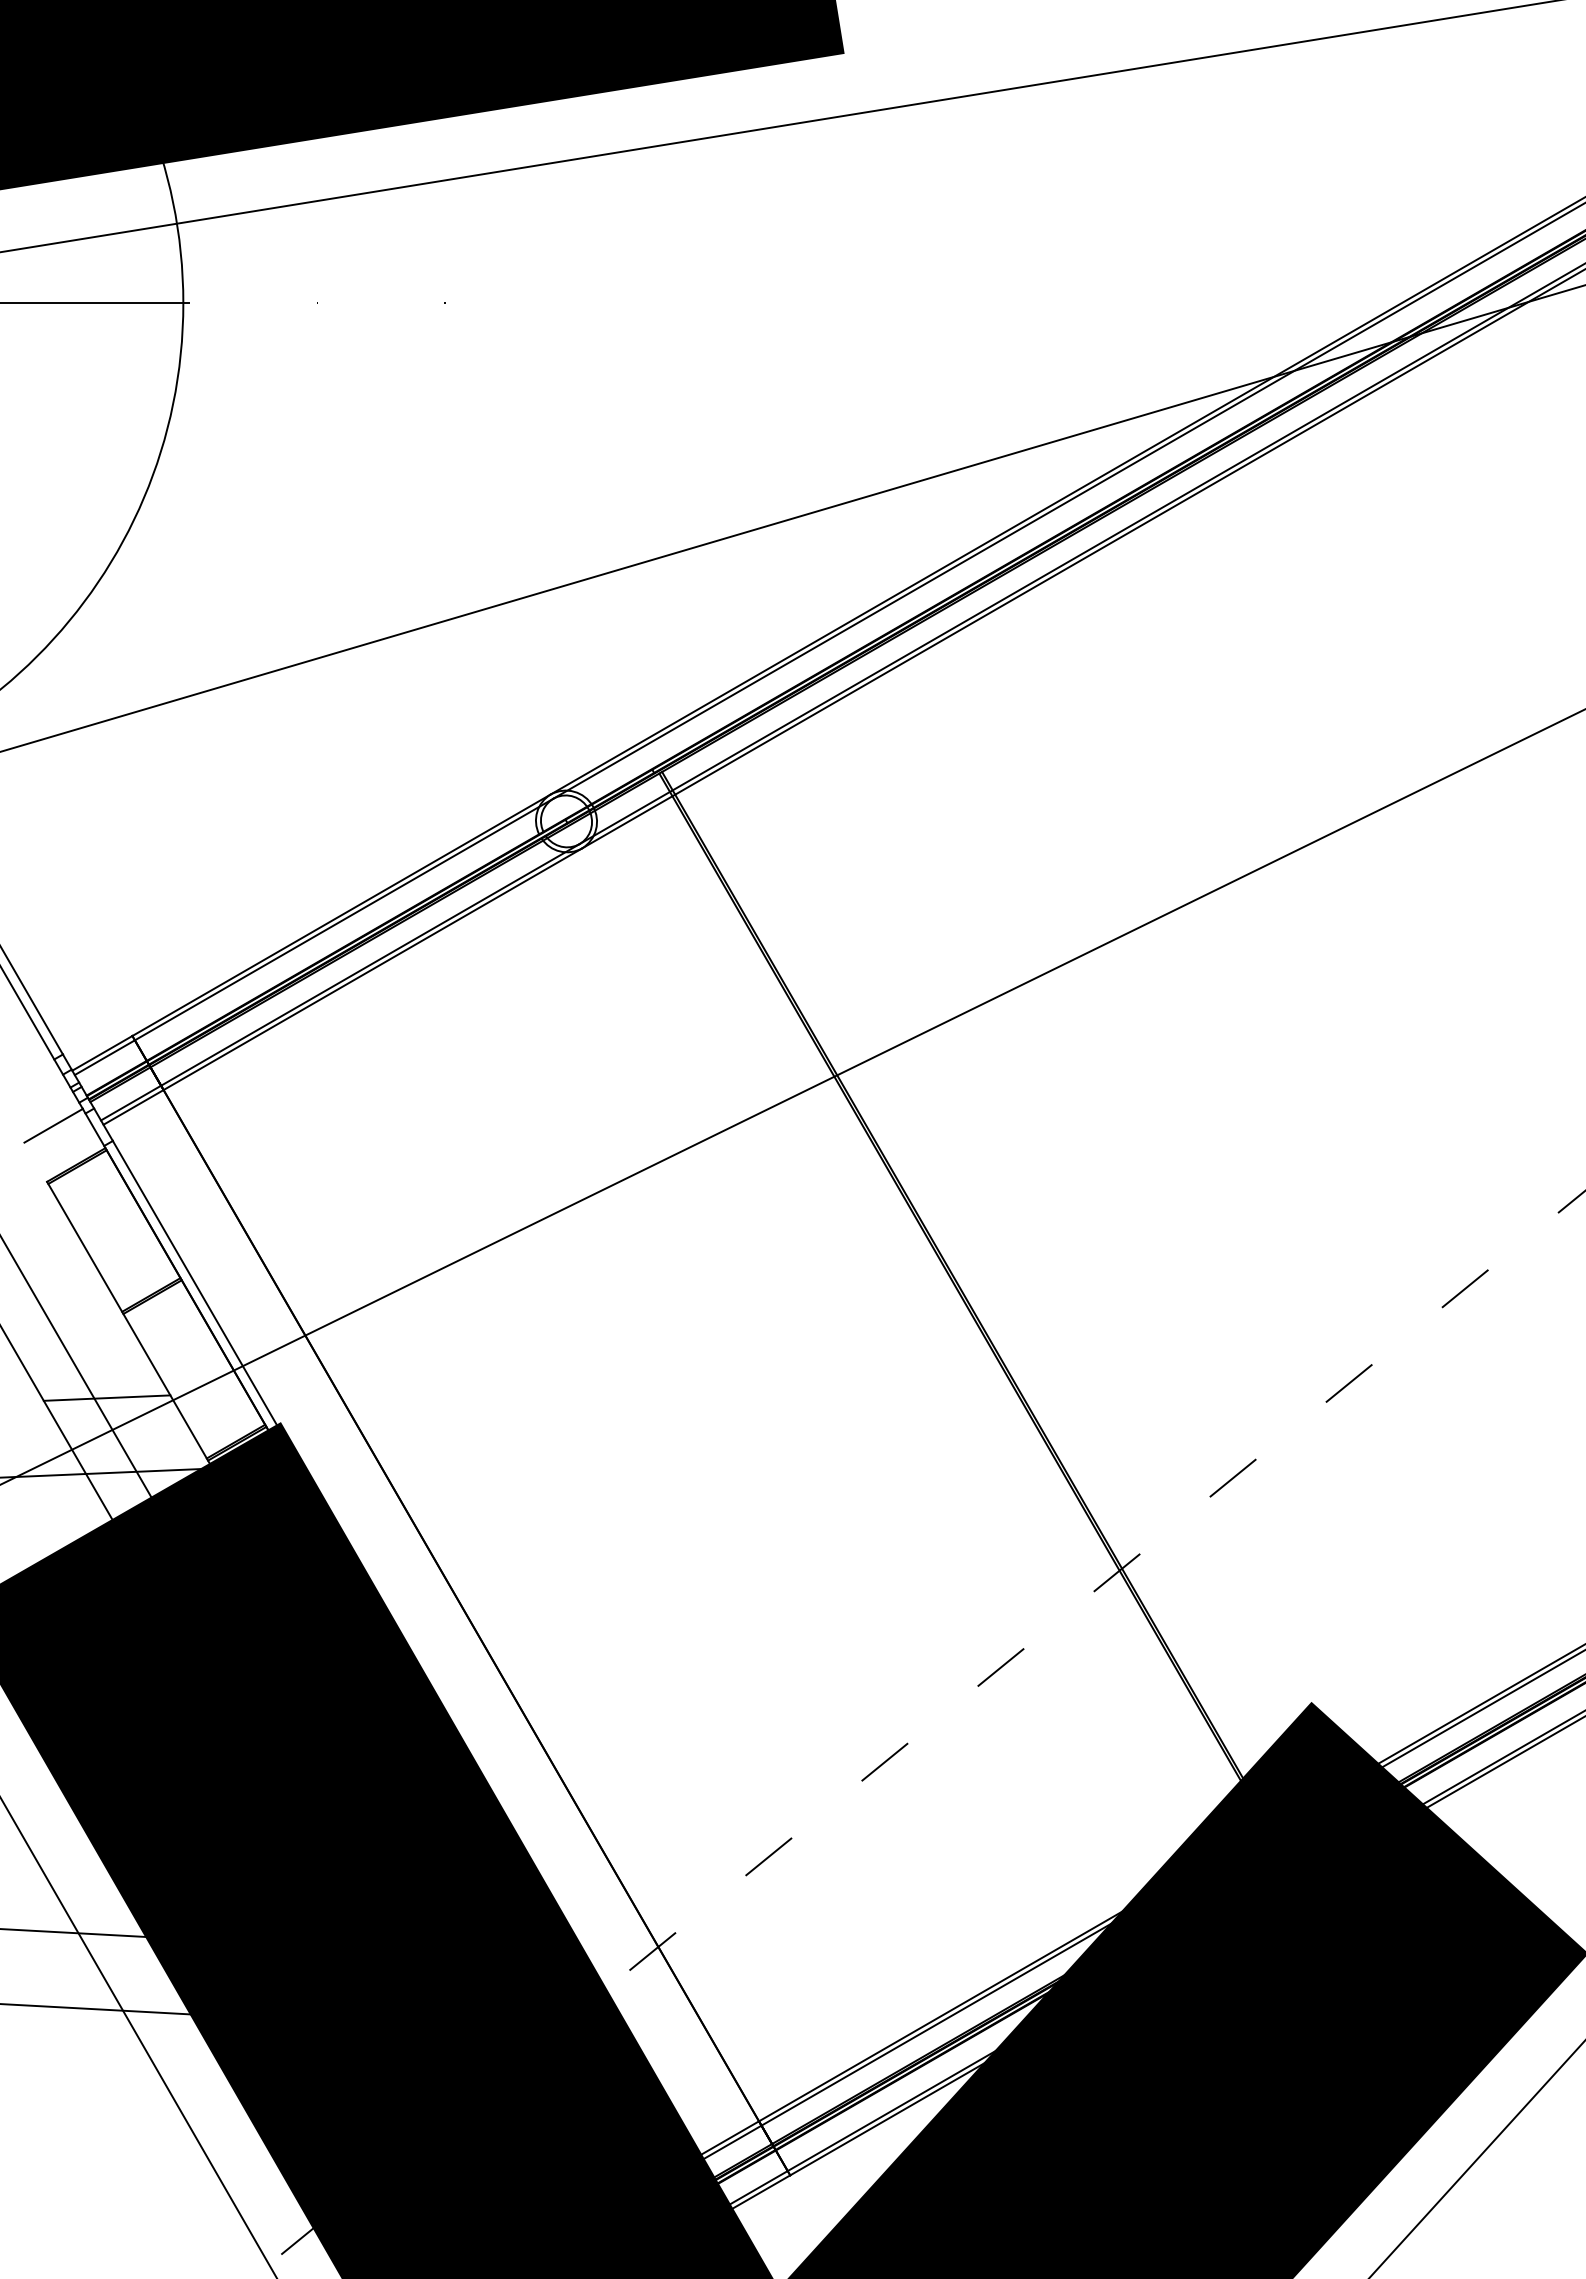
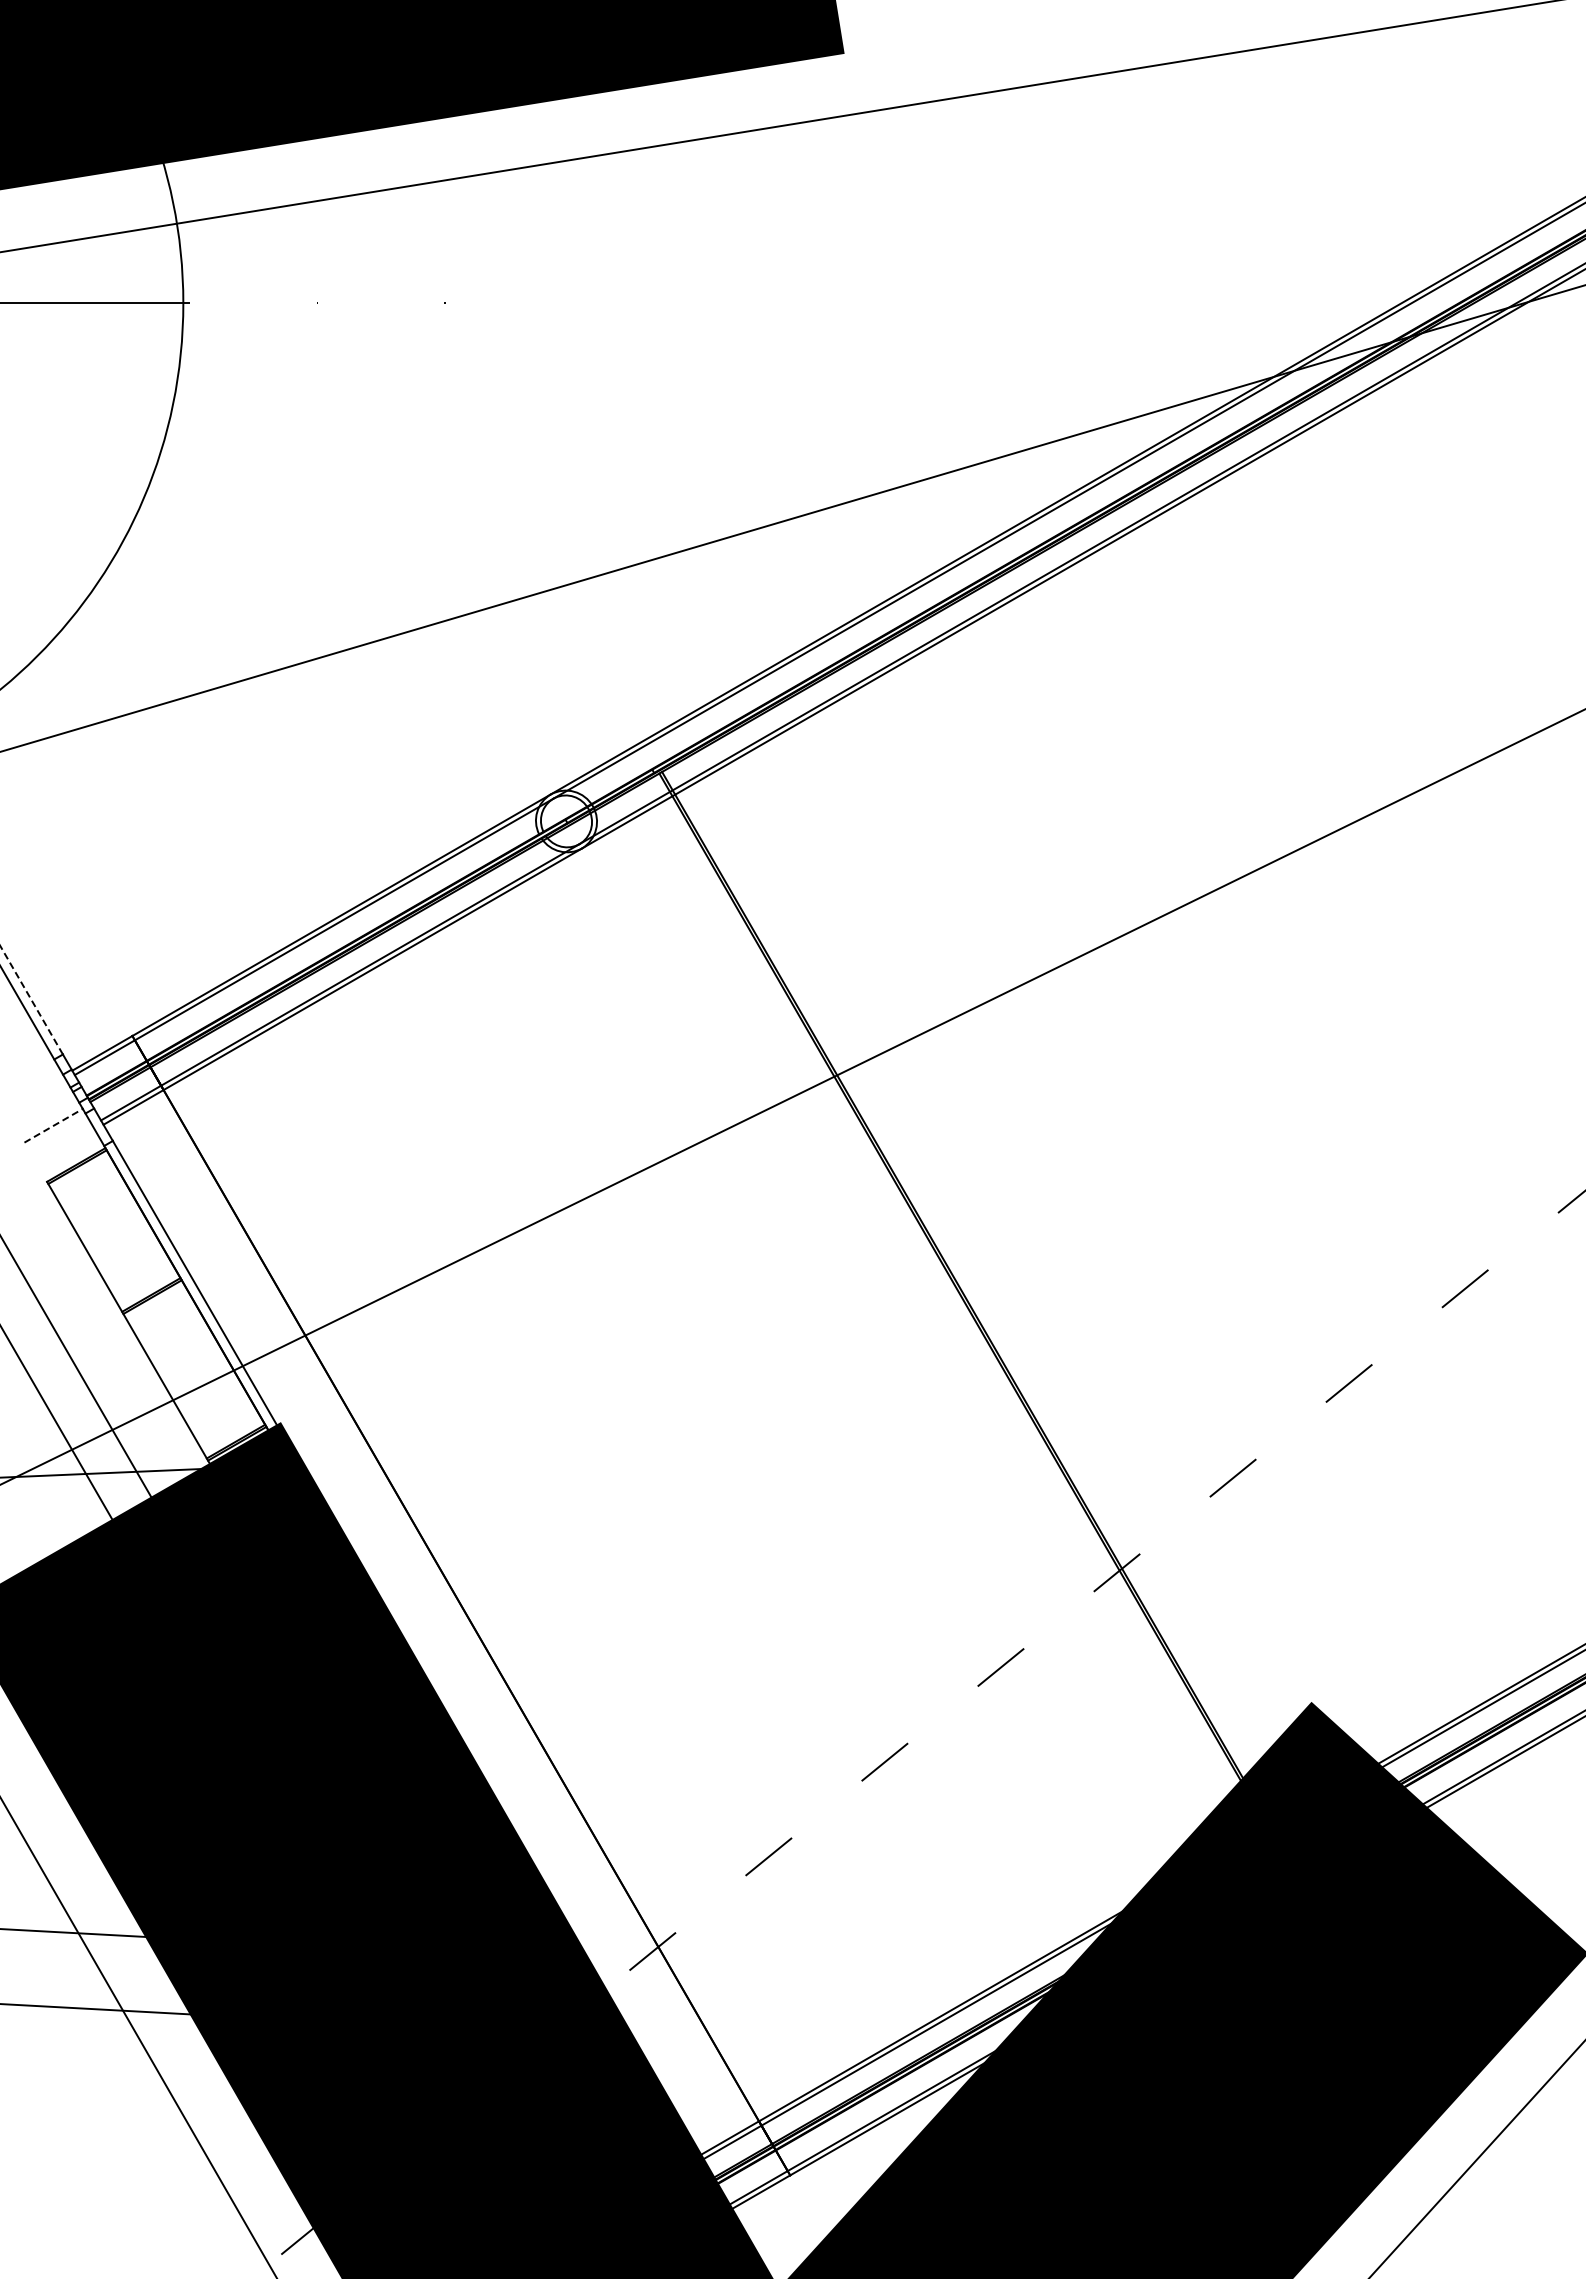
line at (31, 999): solid -> dashed
line at (53, 1125): solid -> dashed
line at (106, 1397): present -> none
